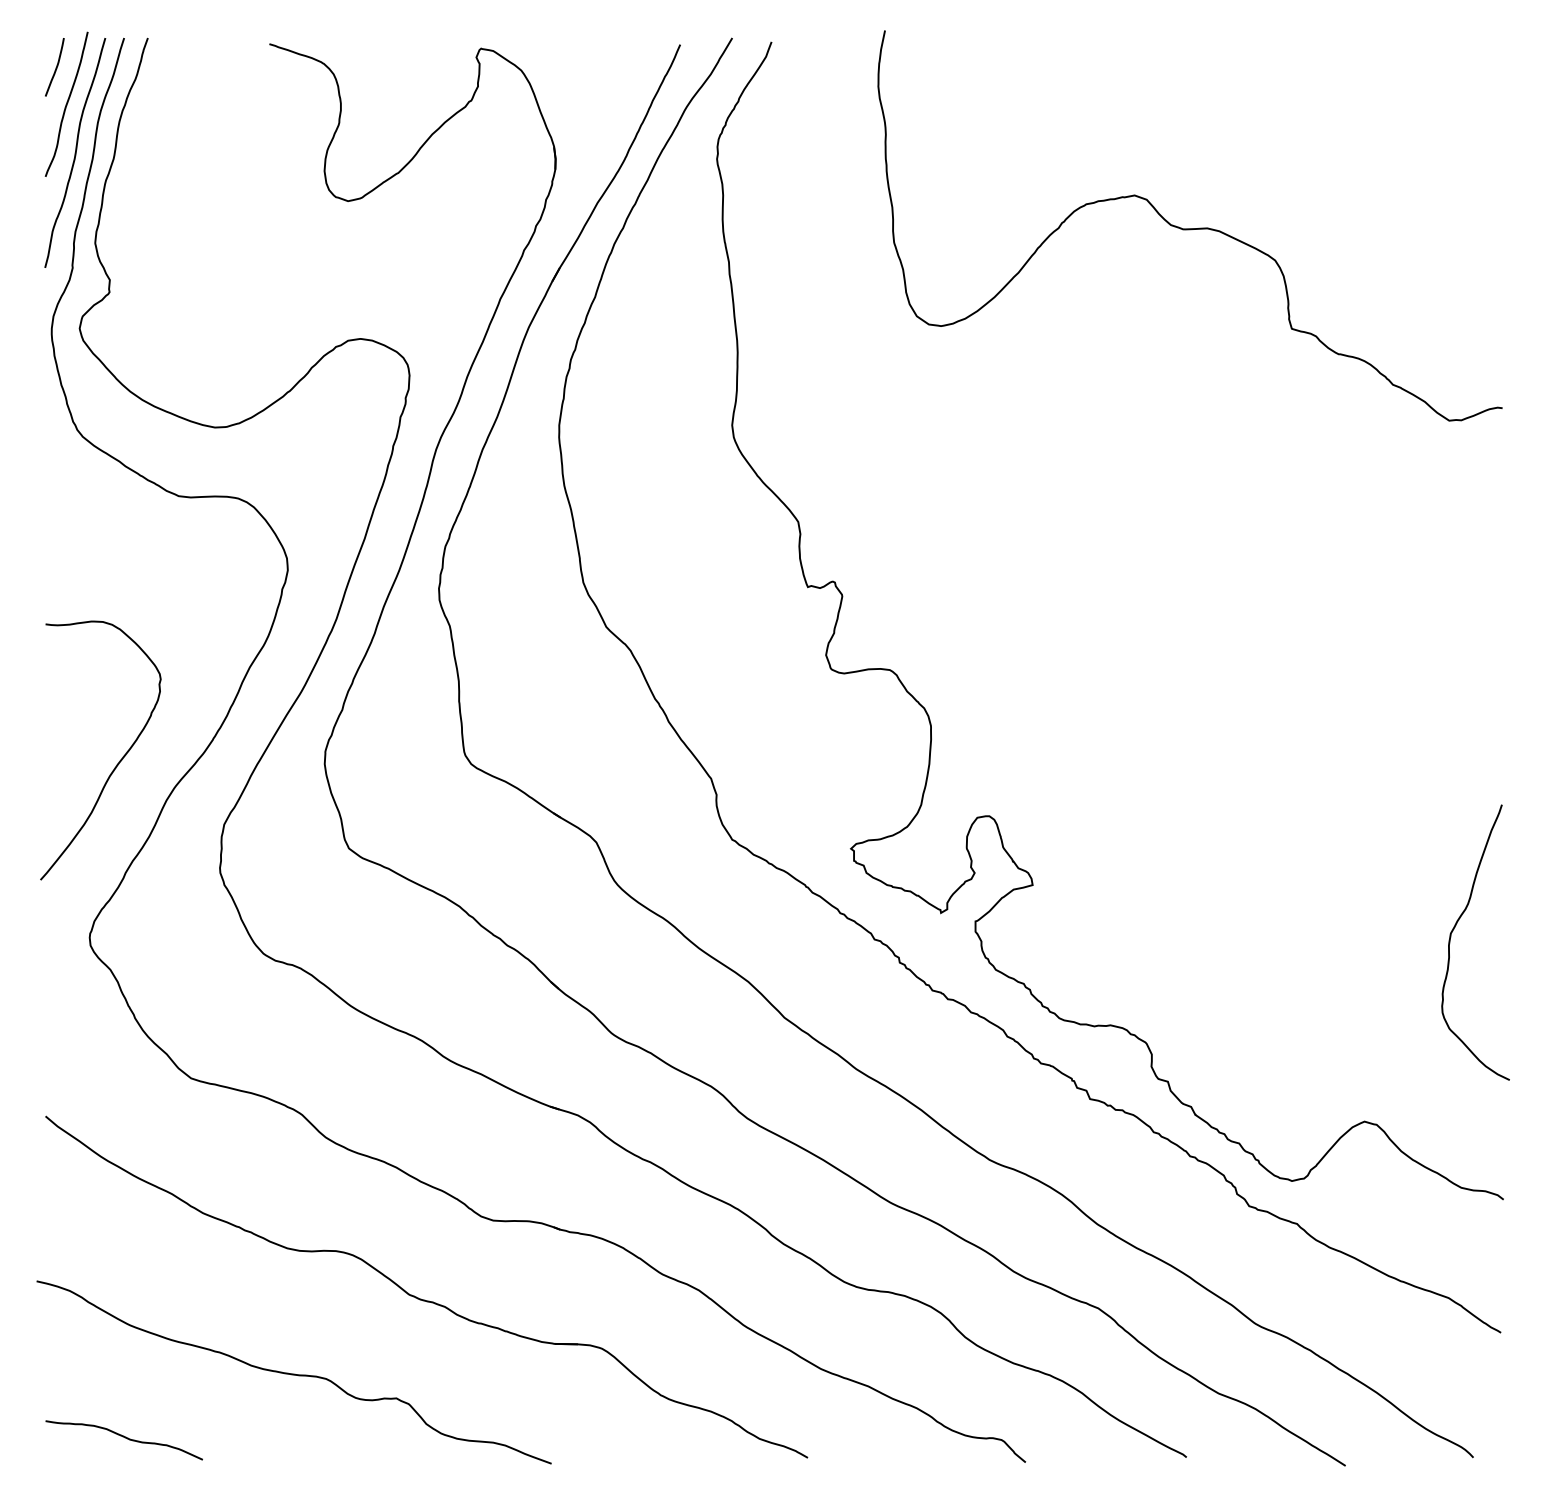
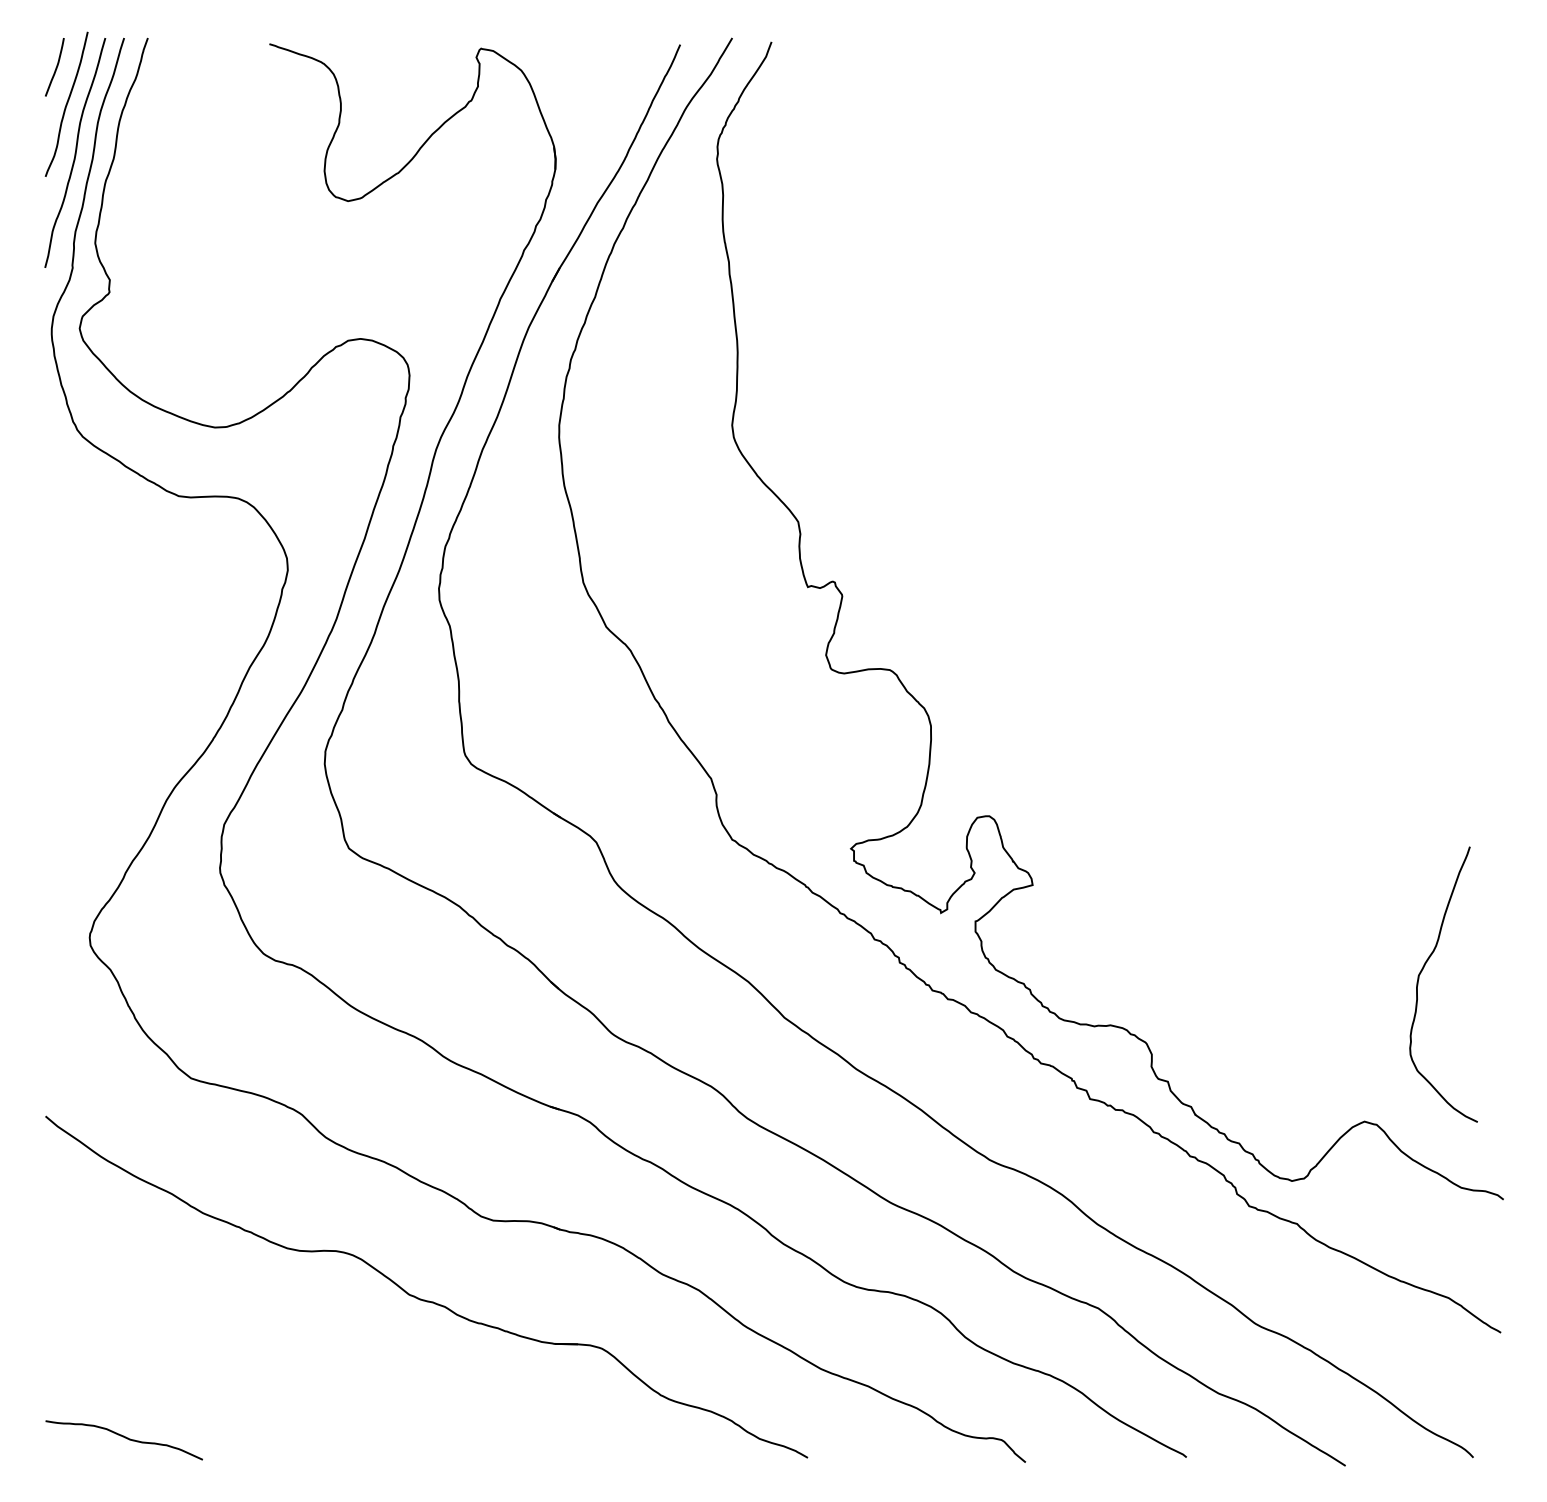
curve at (1189, 228): present -> none
curve at (116, 764): present -> none
curve at (1451, 937) position: (1451, 937) -> (1419, 979)
curve at (293, 1373): present -> none
